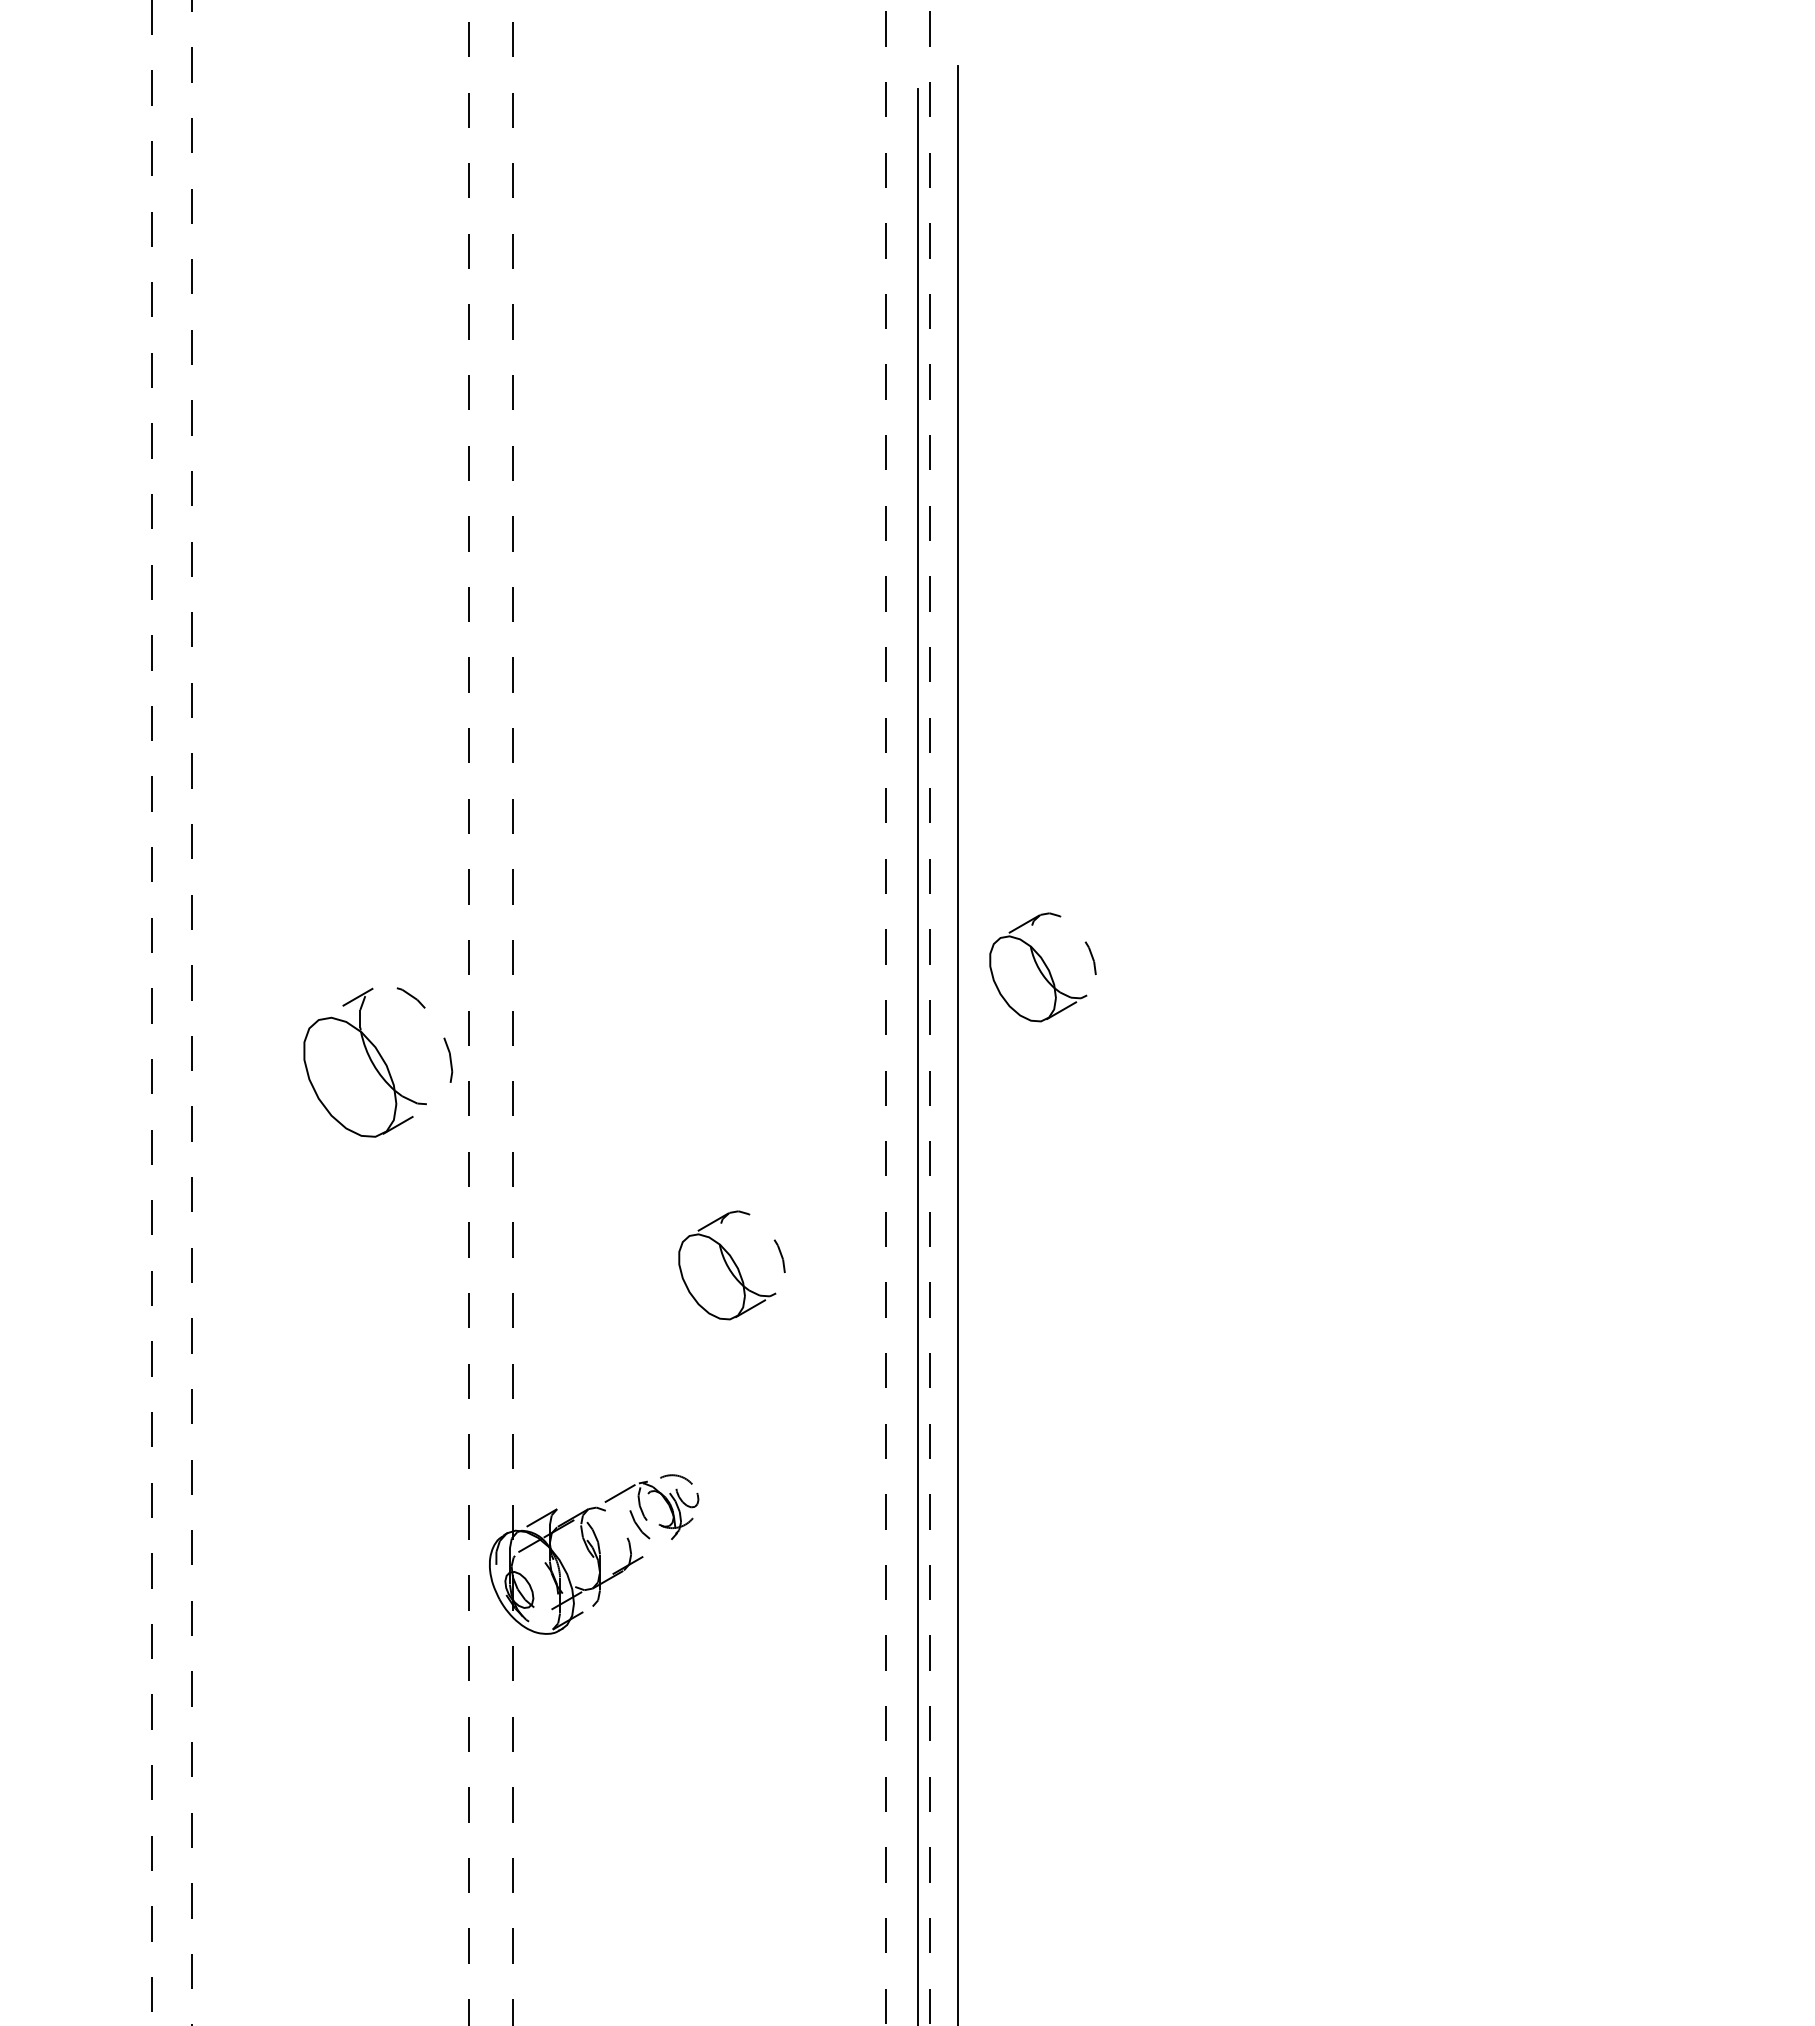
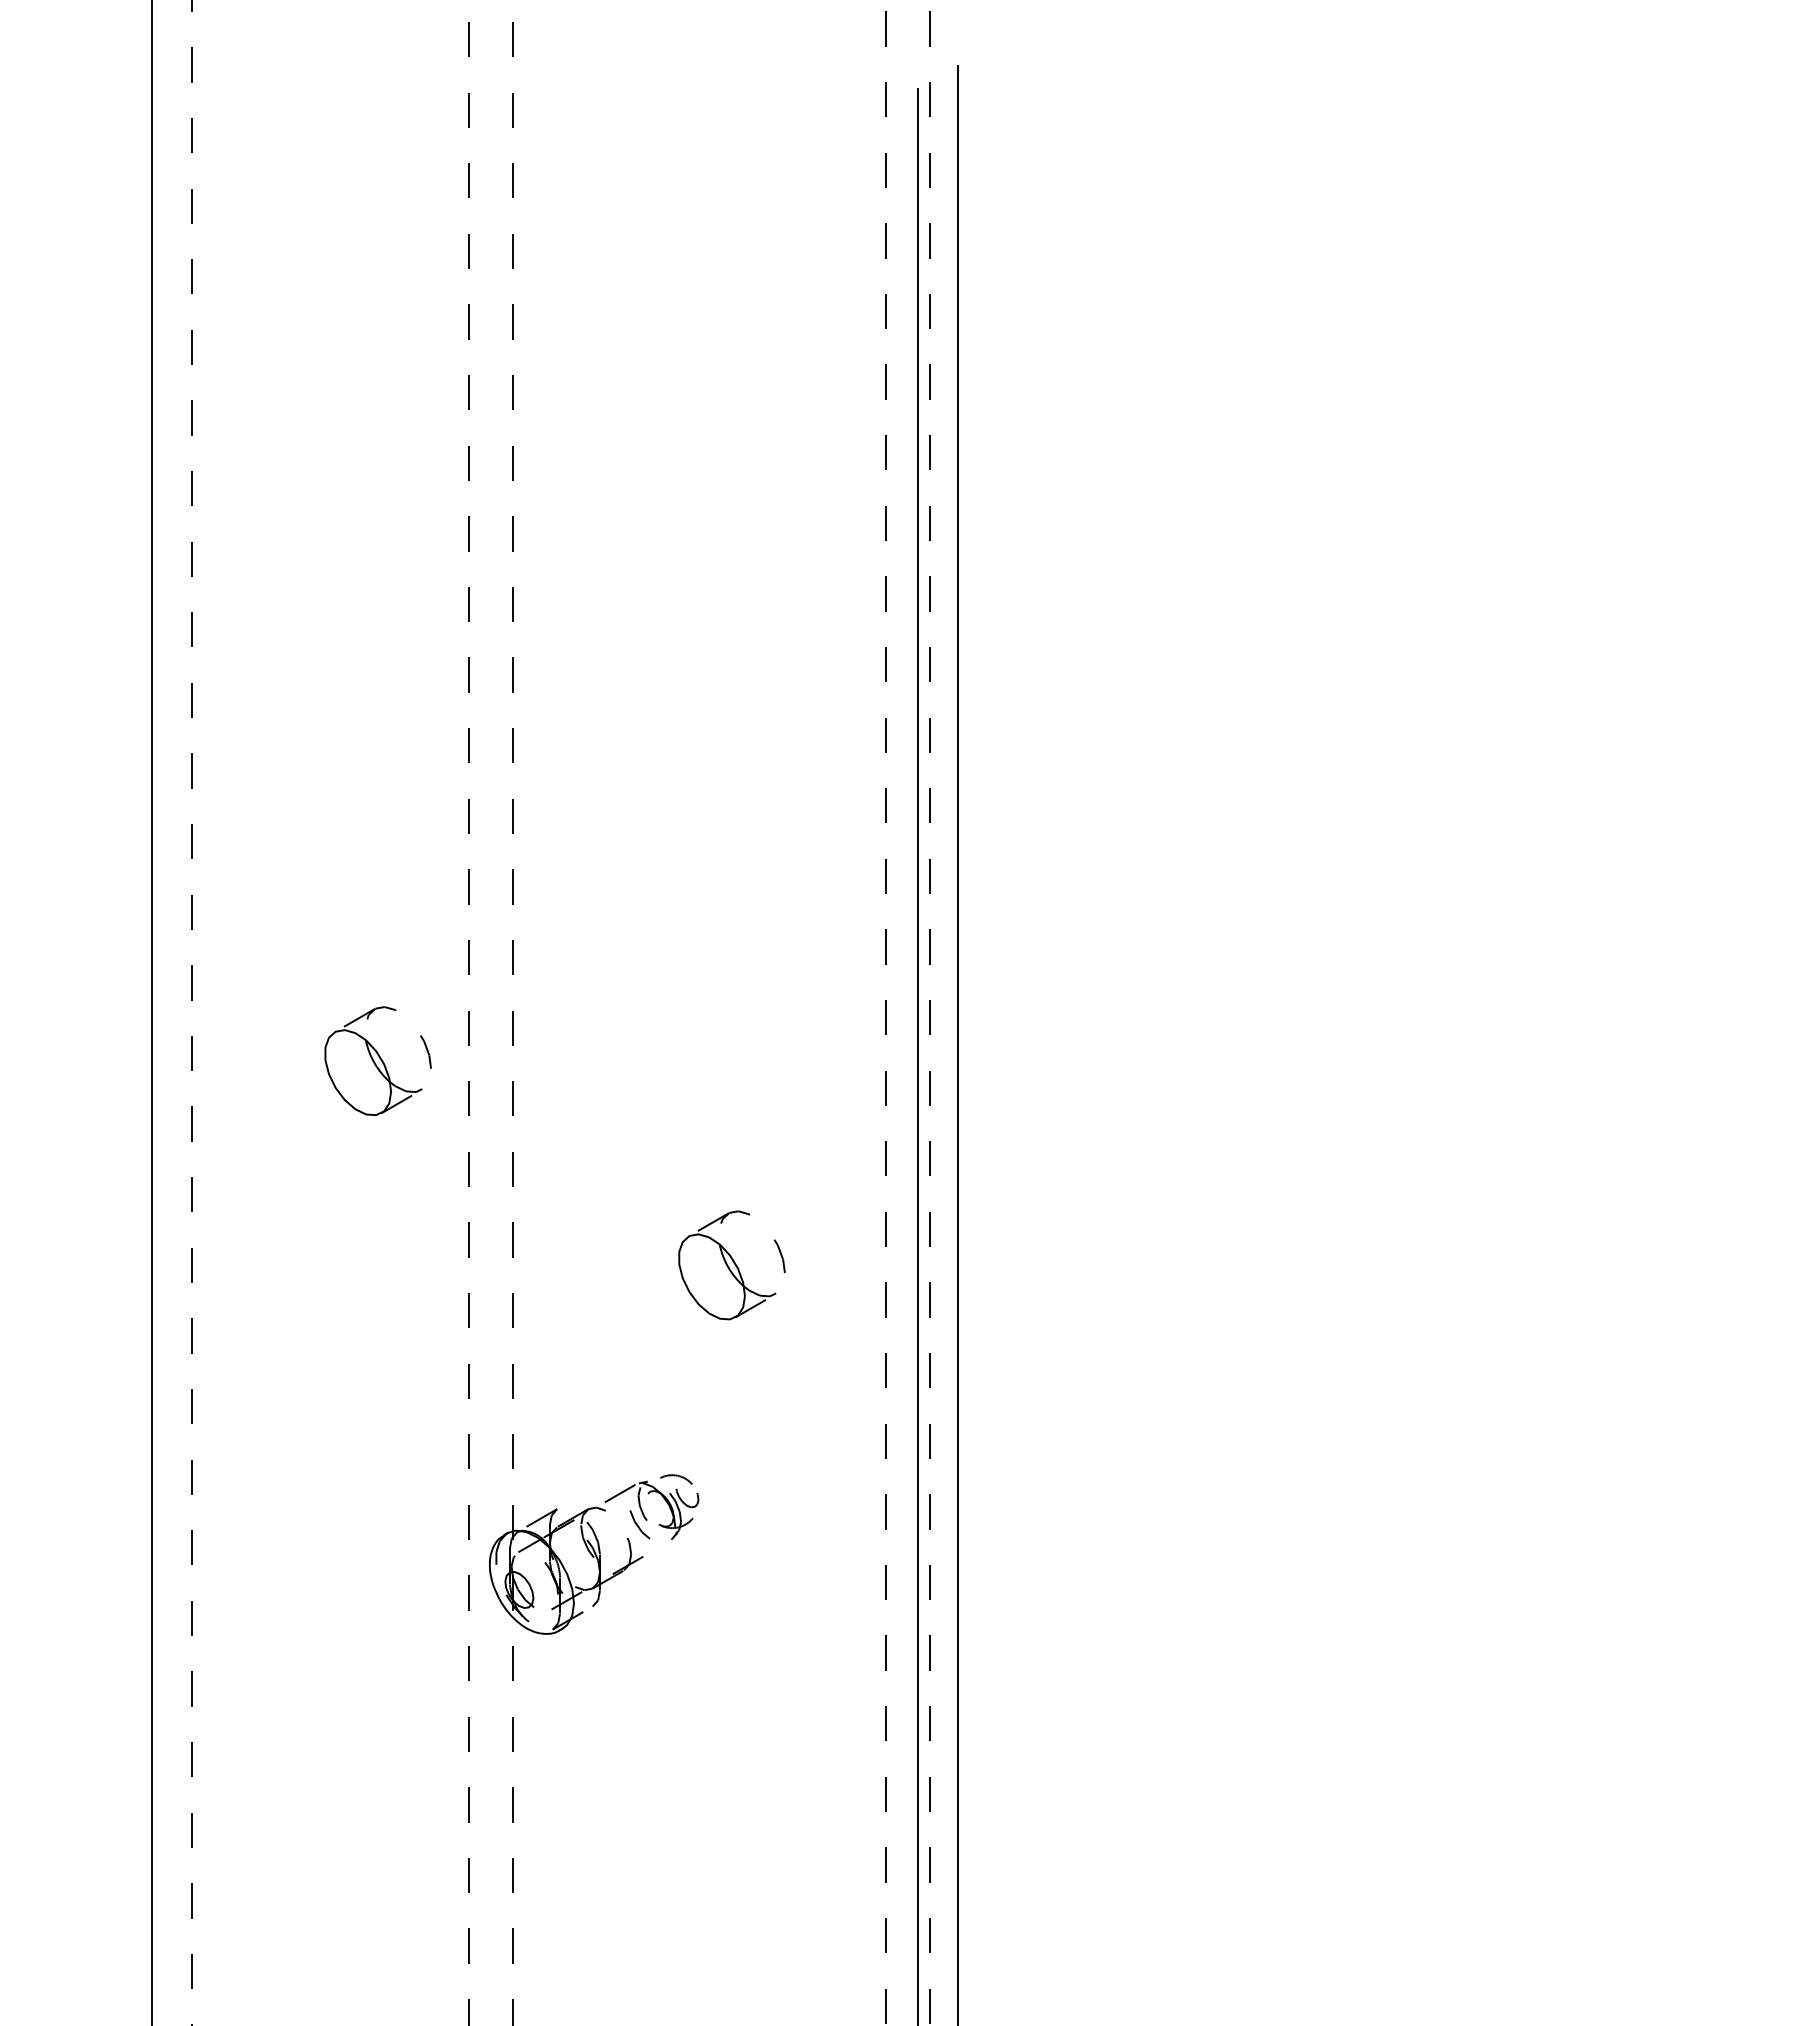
part at (1042, 967): present -> none
line at (151, 1013): dashed -> solid
part at (378, 1062) size: 151x151 px -> 108x110 px
